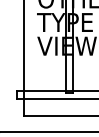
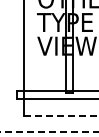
line at (62, 116): solid -> dashed
line at (49, 131): solid -> dashed
